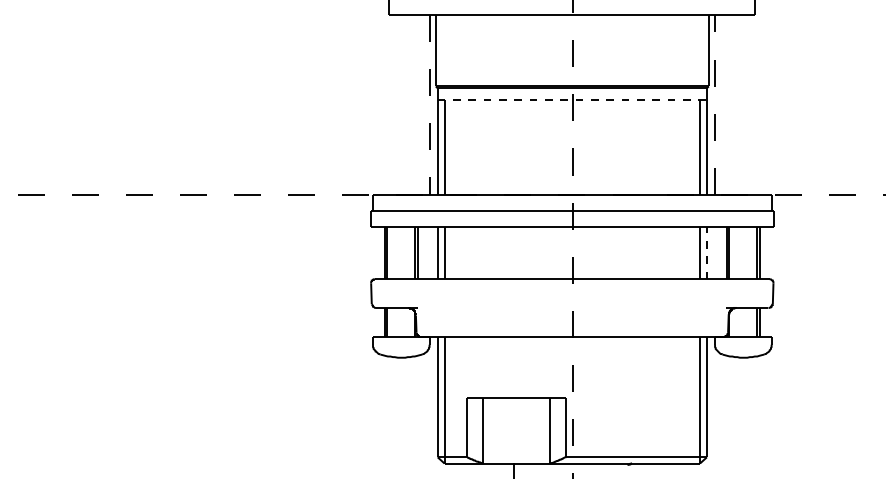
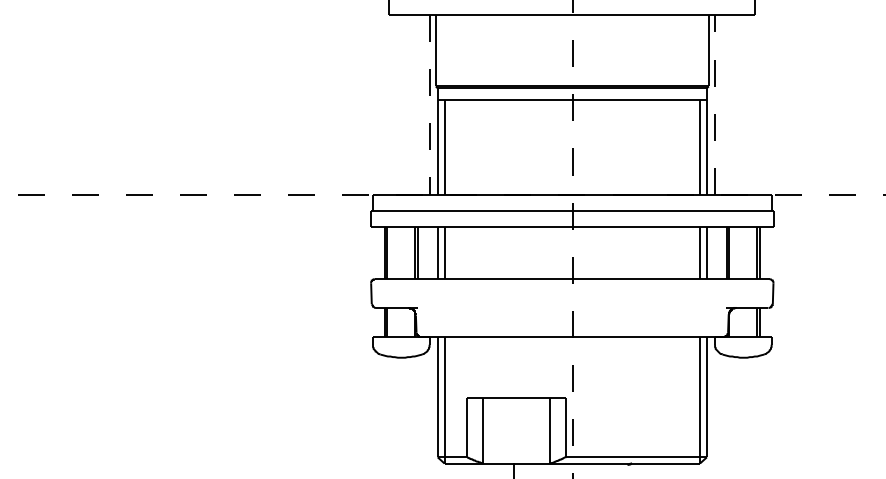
line at (572, 100): dashed -> solid
line at (706, 252): dashed -> solid
